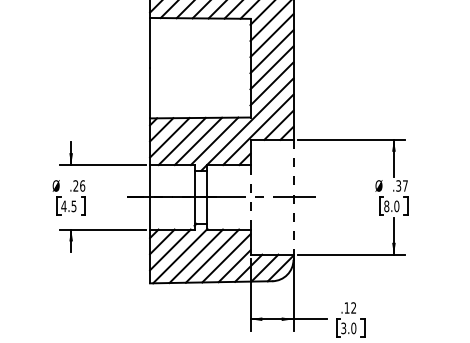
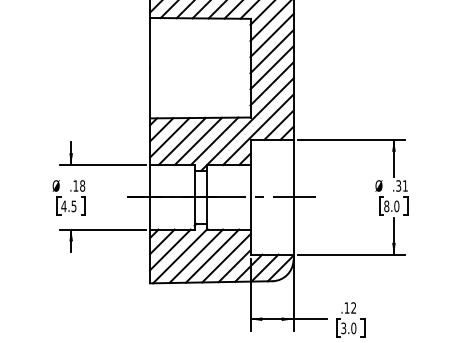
text at (79, 185): .26 -> .18
text at (405, 185): .37 -> .31
line at (250, 196): dashed -> solid
line at (293, 197): dashed -> solid
